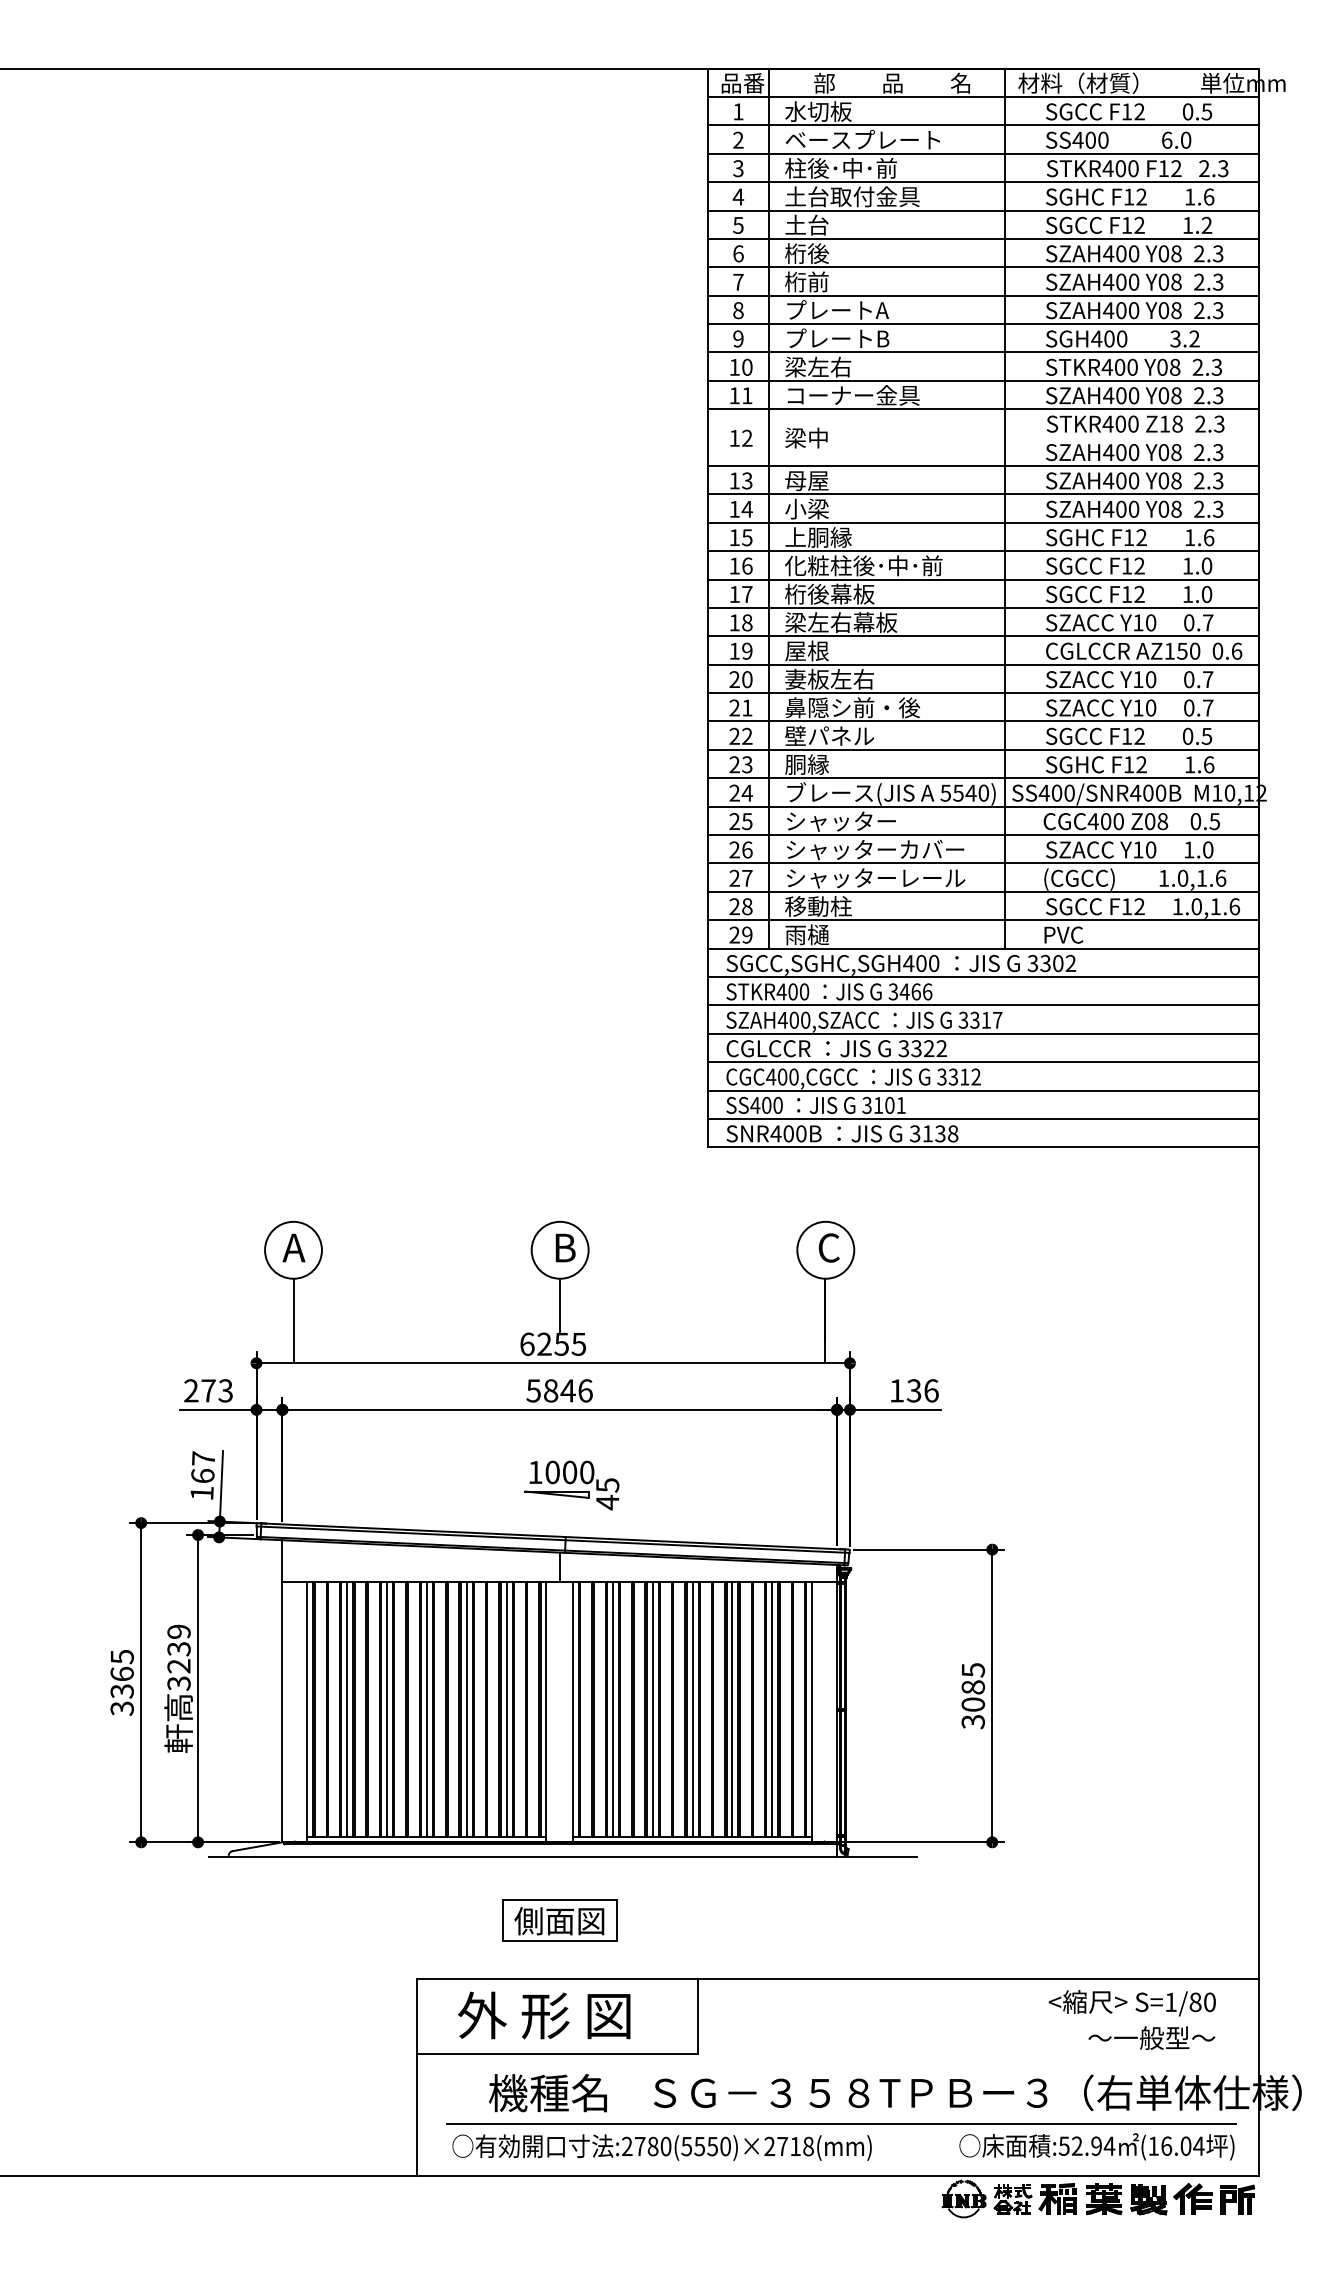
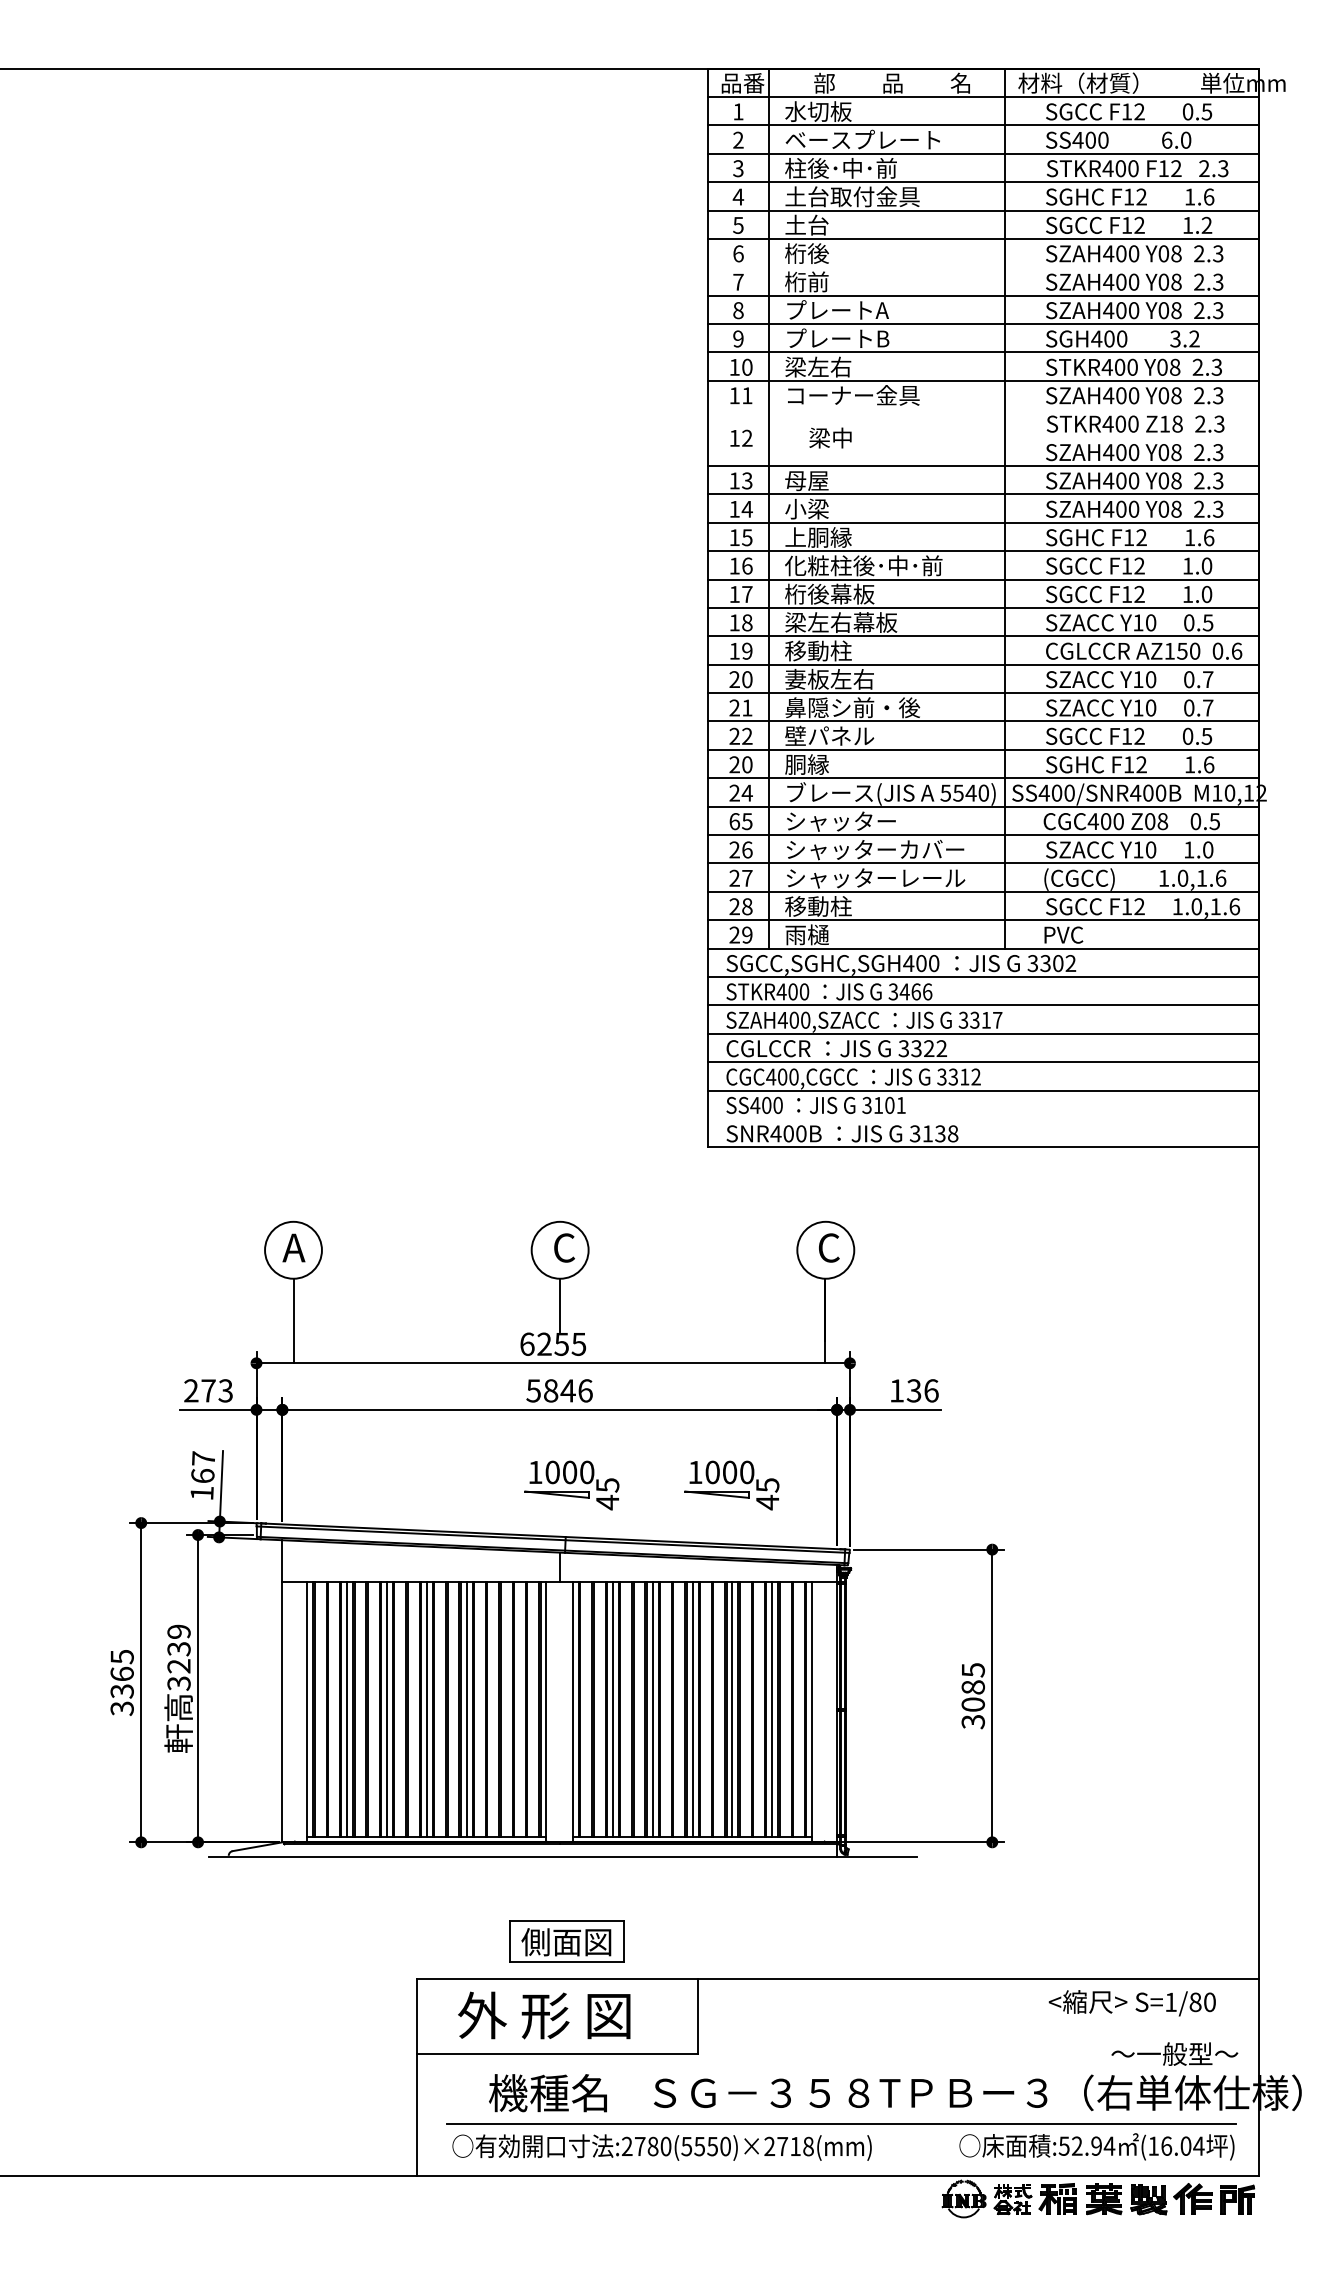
line at (983, 267): present -> none
line at (983, 409): present -> none
text at (806, 437) position: (806, 437) -> (830, 437)
text at (1207, 622): 0.7 -> 0.5
text at (818, 650): 屋根 -> 移動柱
text at (747, 764): 23 -> 20
text at (734, 821): 25 -> 65
line at (983, 1118): present -> none
text at (564, 1247): B -> C
part at (731, 1485): none -> present
line at (506, 1708): present -> none
part at (559, 1920) position: (559, 1920) -> (566, 1941)
text at (1151, 2037) position: (1151, 2037) -> (1174, 2053)
